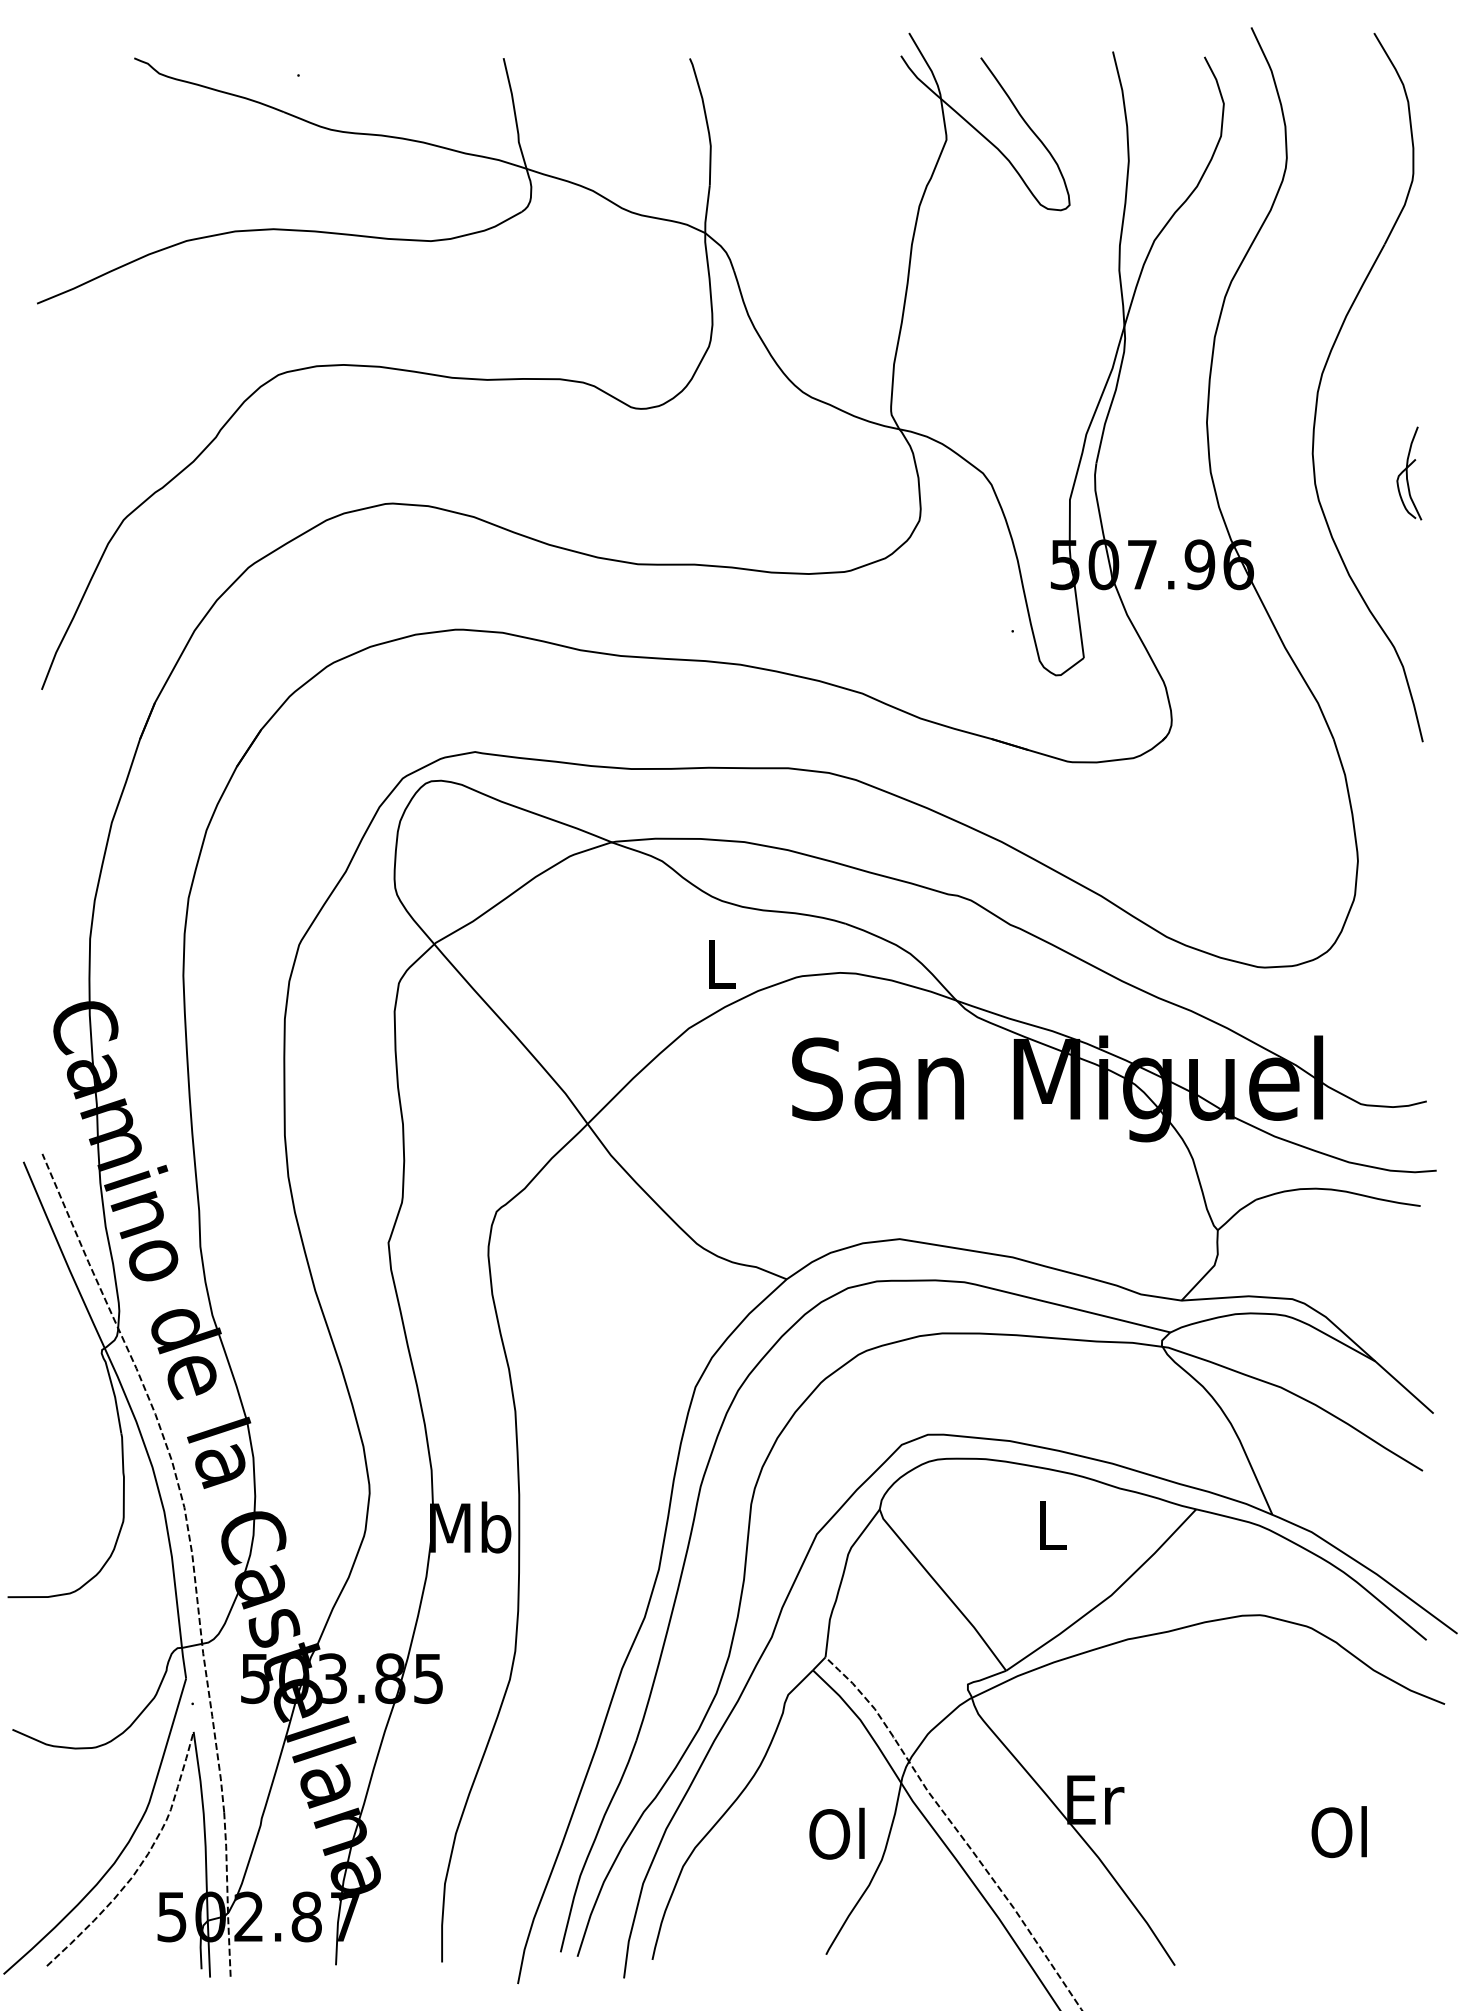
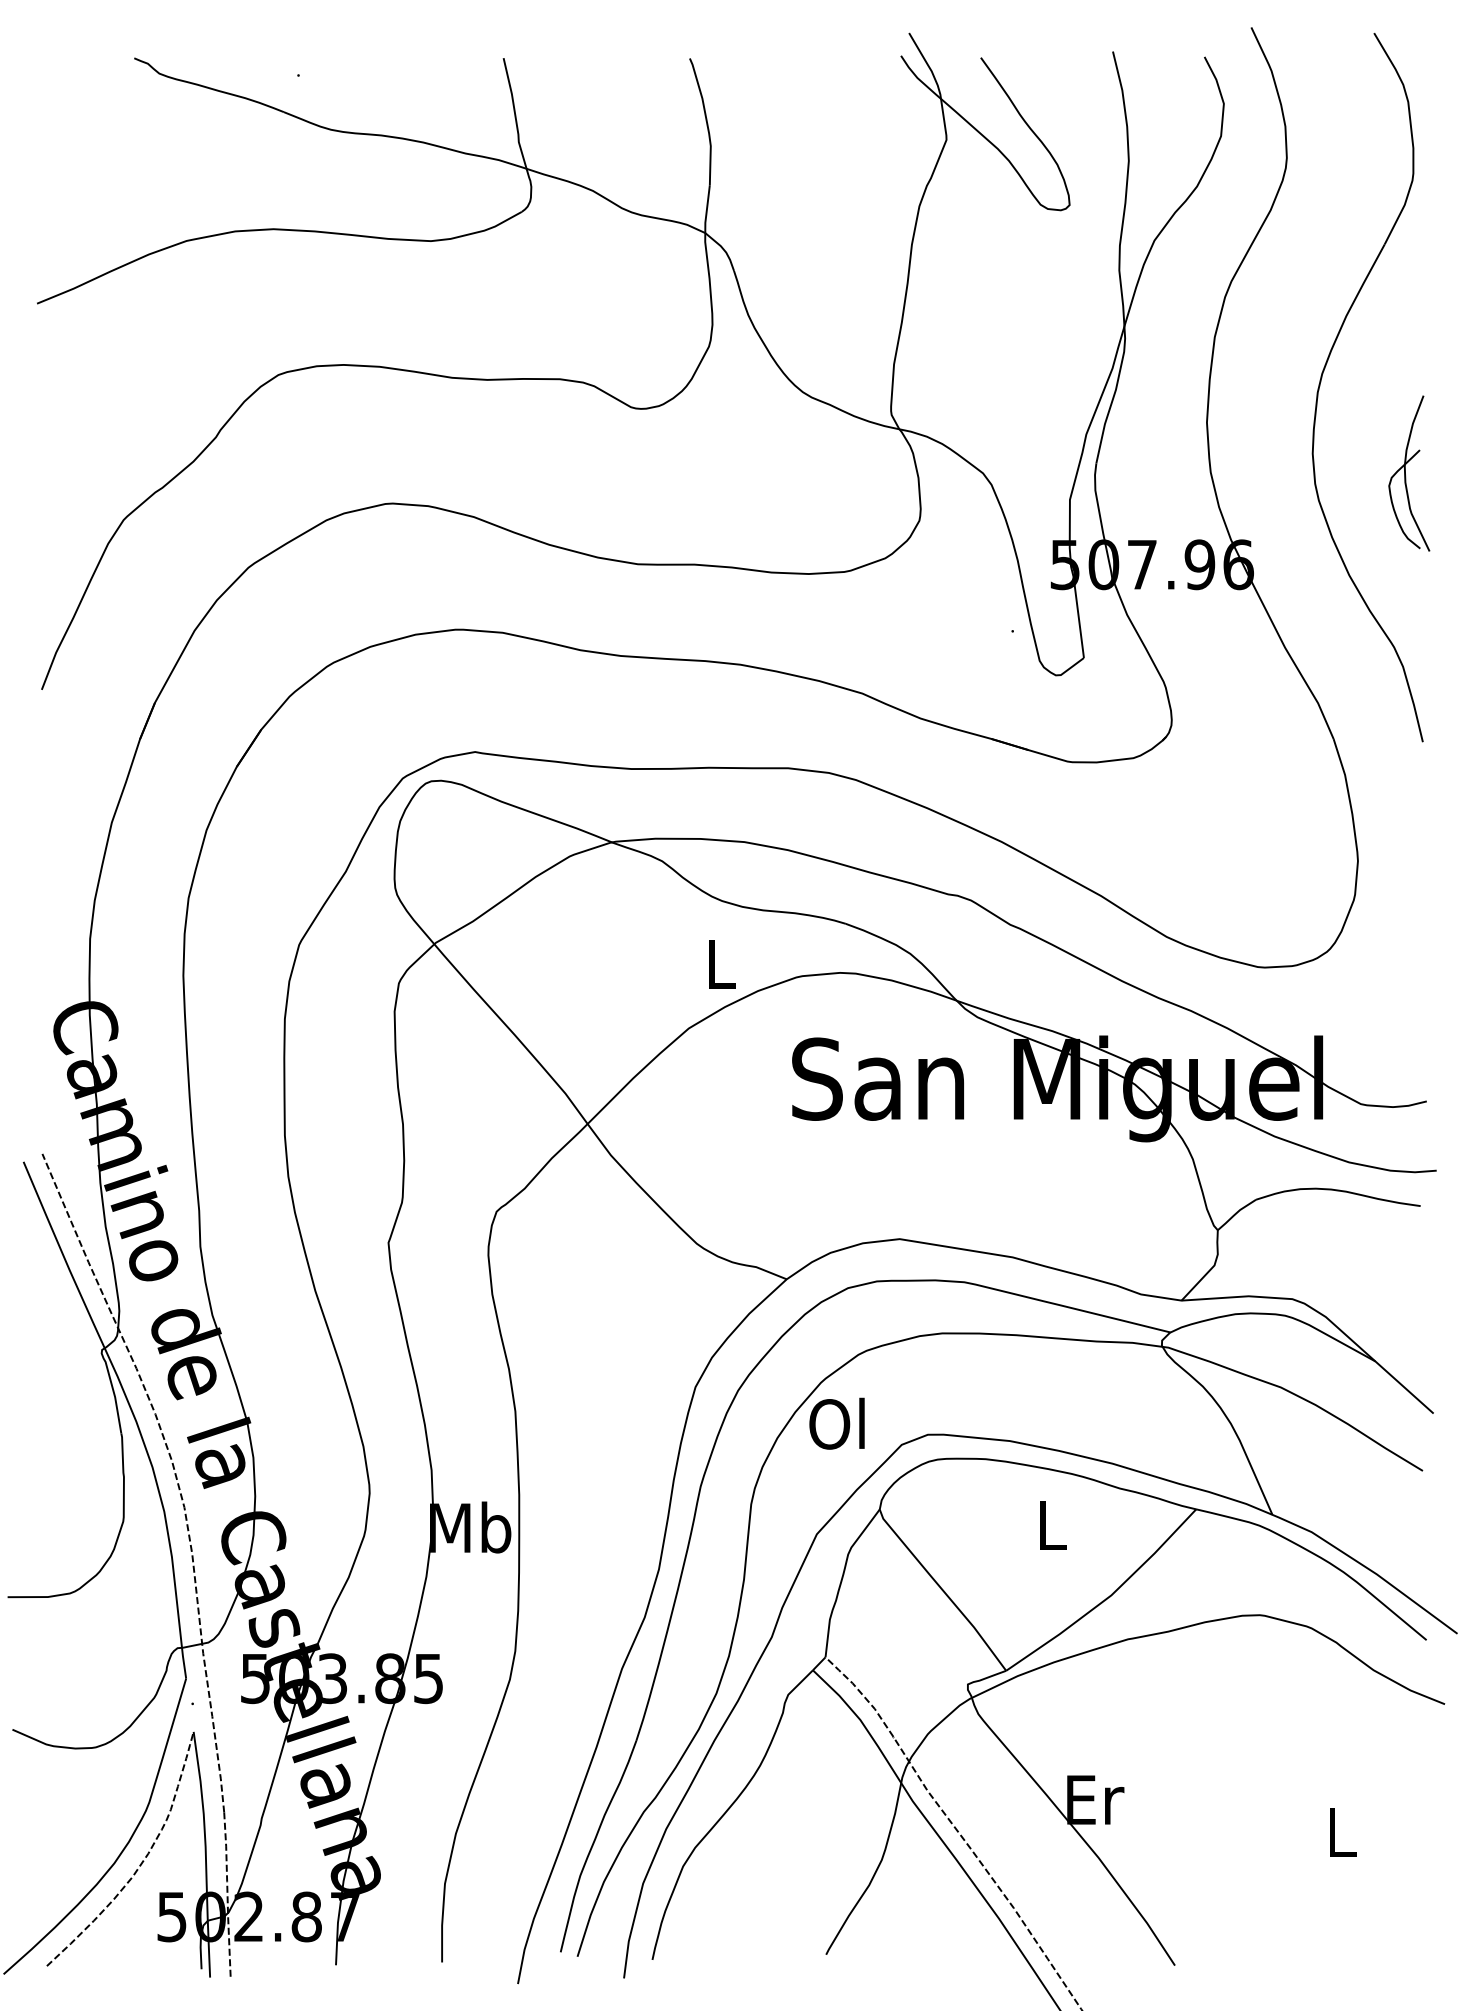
part at (1409, 473) size: 27x95 px -> 43x157 px
text at (1338, 1832): Ol -> L
text at (836, 1833) position: (836, 1833) -> (836, 1423)
